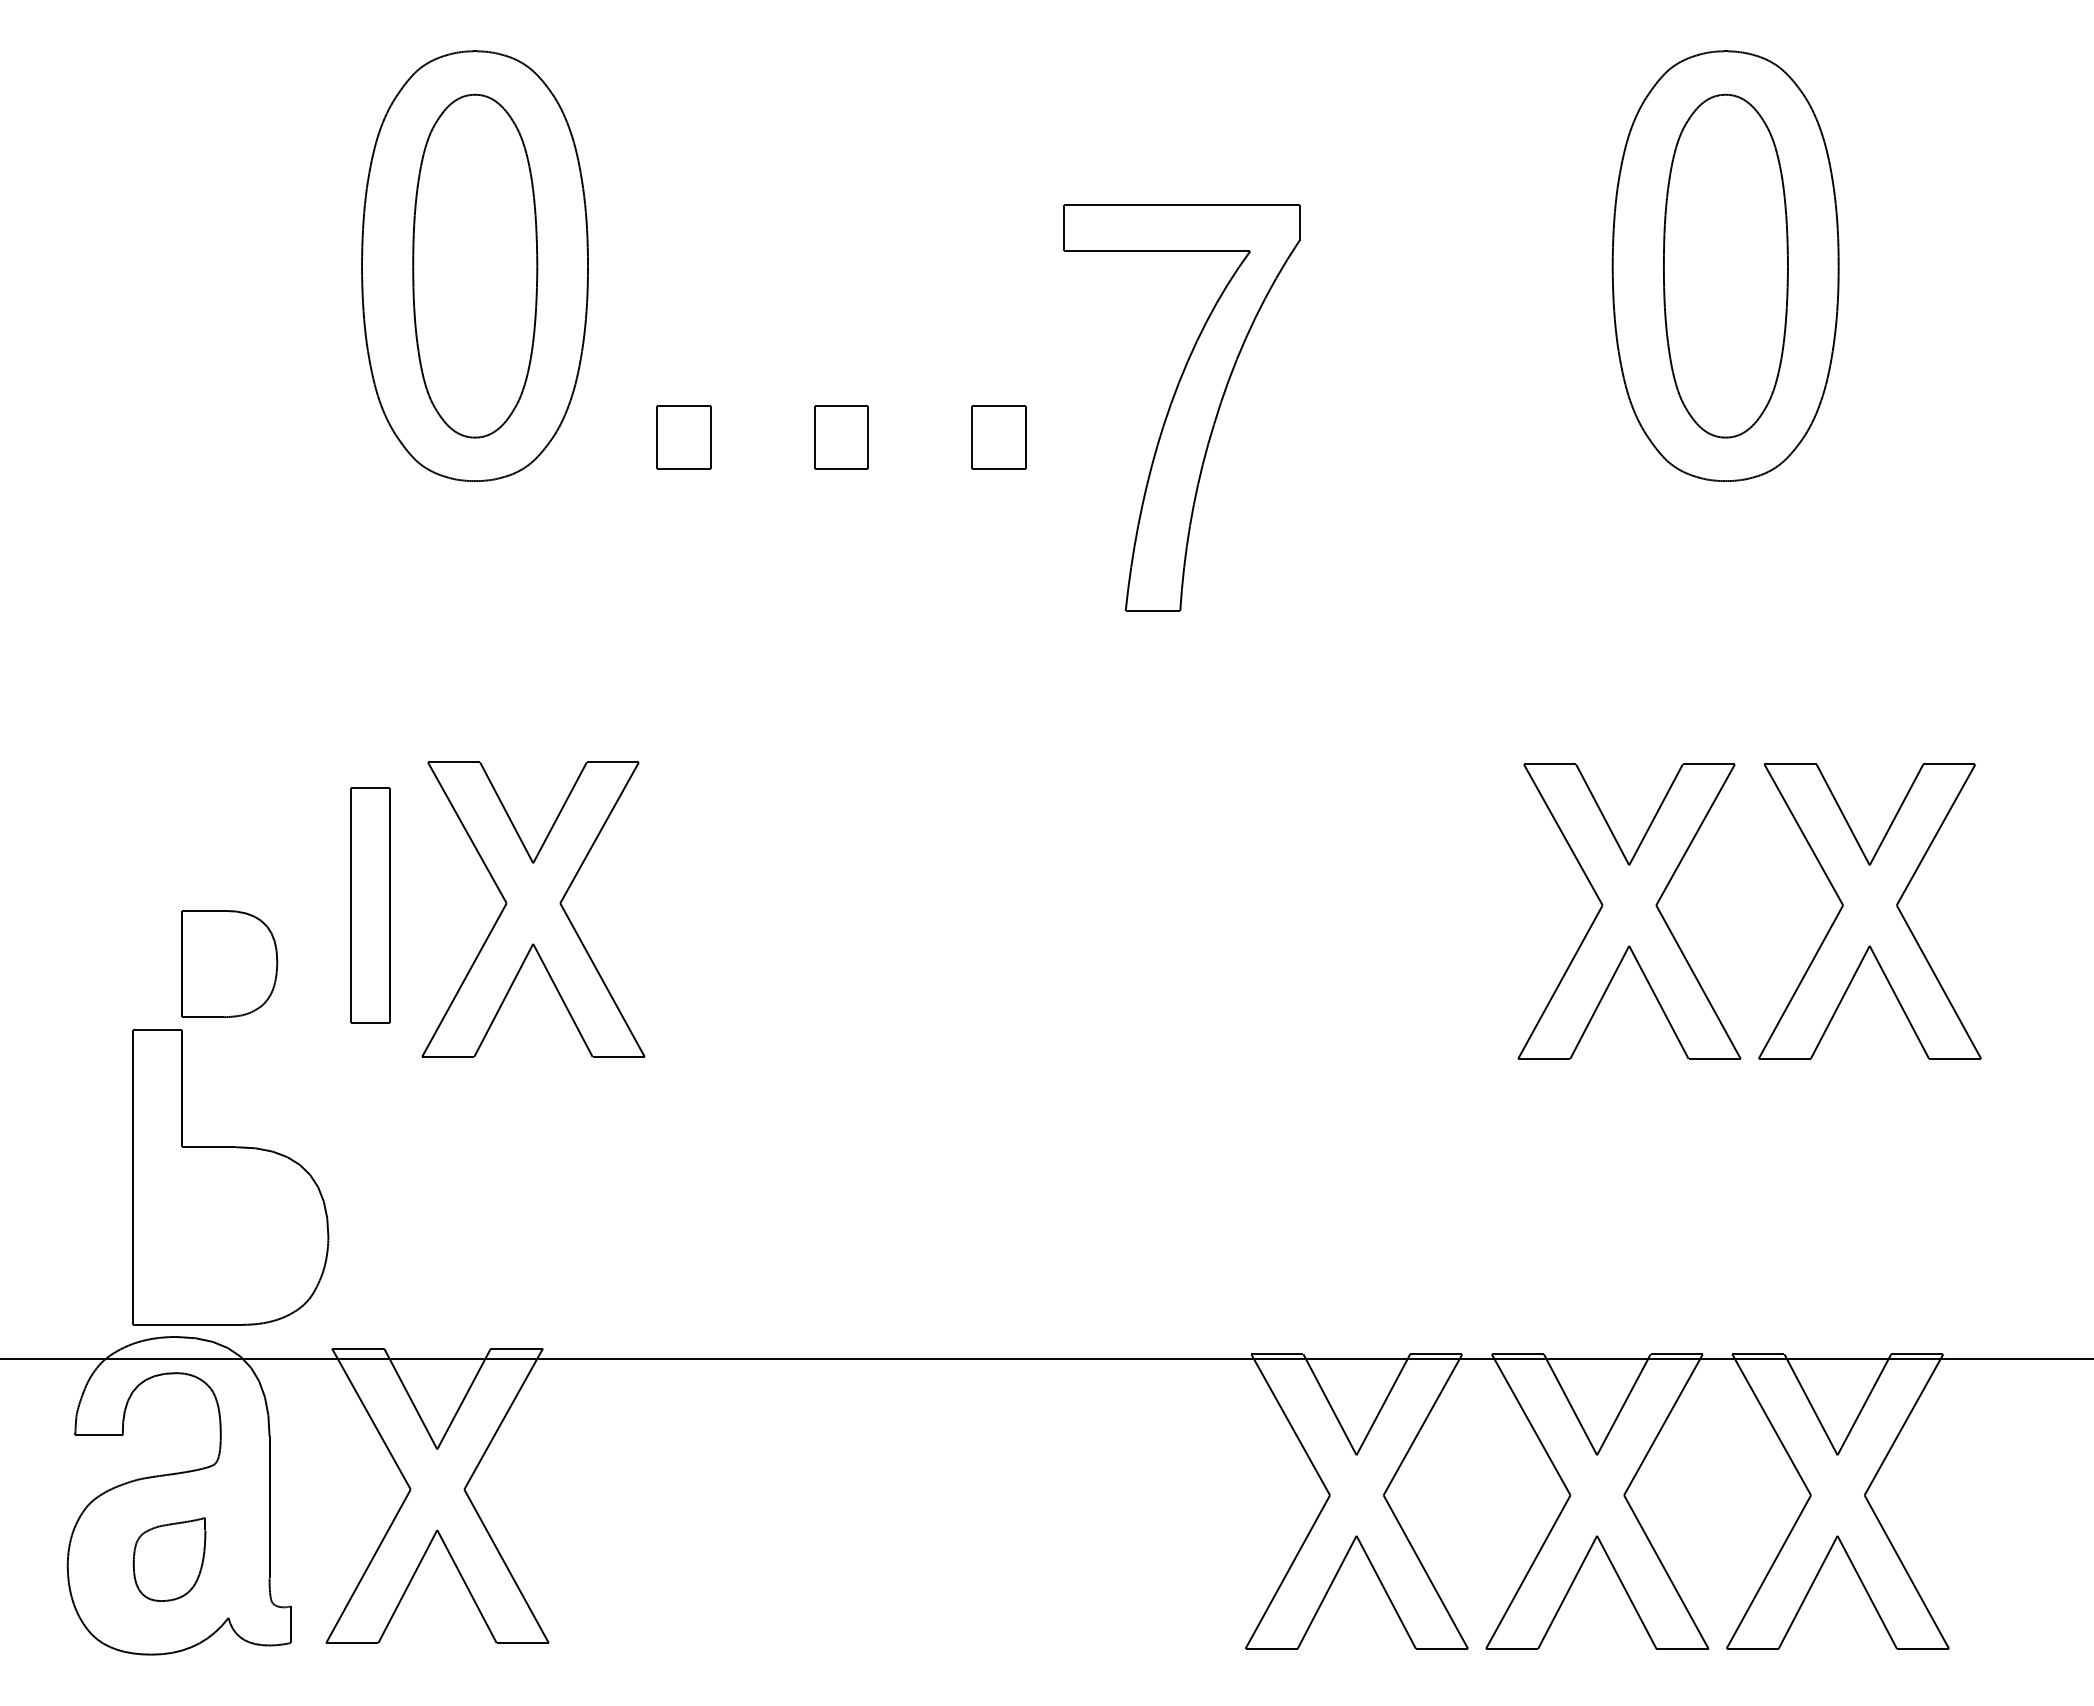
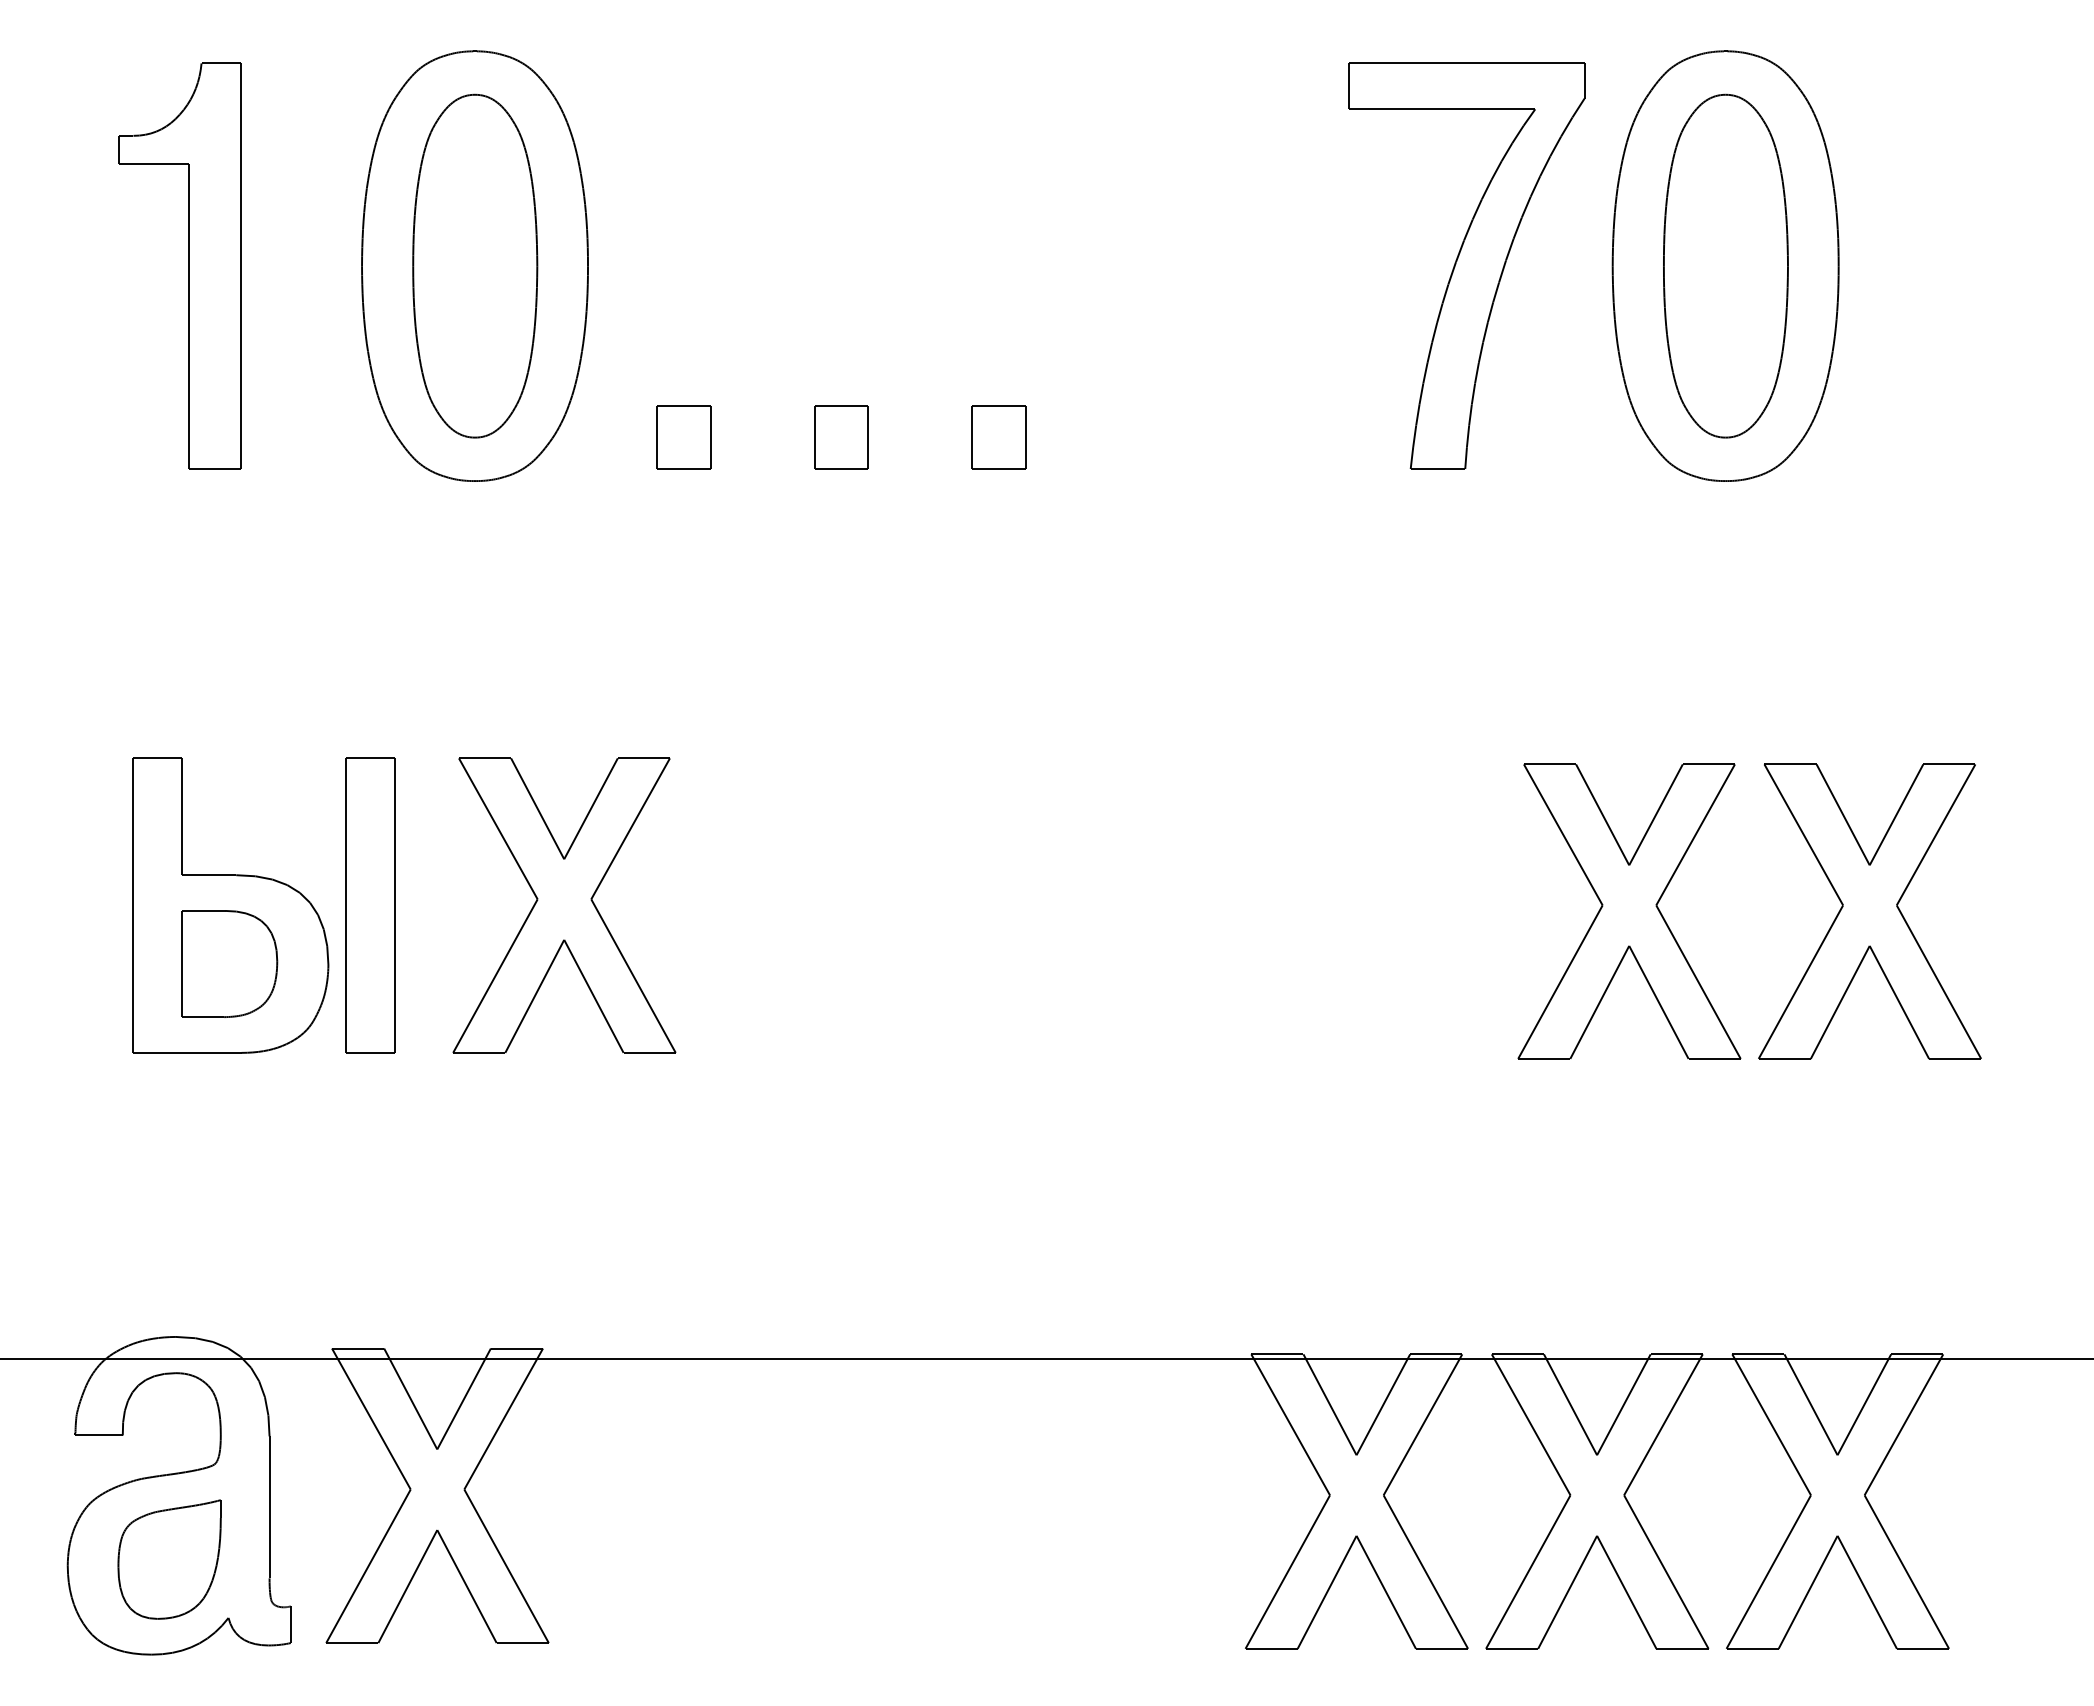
part at (188, 265): none -> present
part at (1181, 407) position: (1181, 407) -> (1466, 265)
part at (370, 905) size: 41x237 px -> 51x297 px
part at (533, 909) position: (533, 909) -> (564, 905)
part at (230, 1177) position: (230, 1177) -> (230, 905)
part at (169, 1559) size: 75x85 px -> 105x121 px
